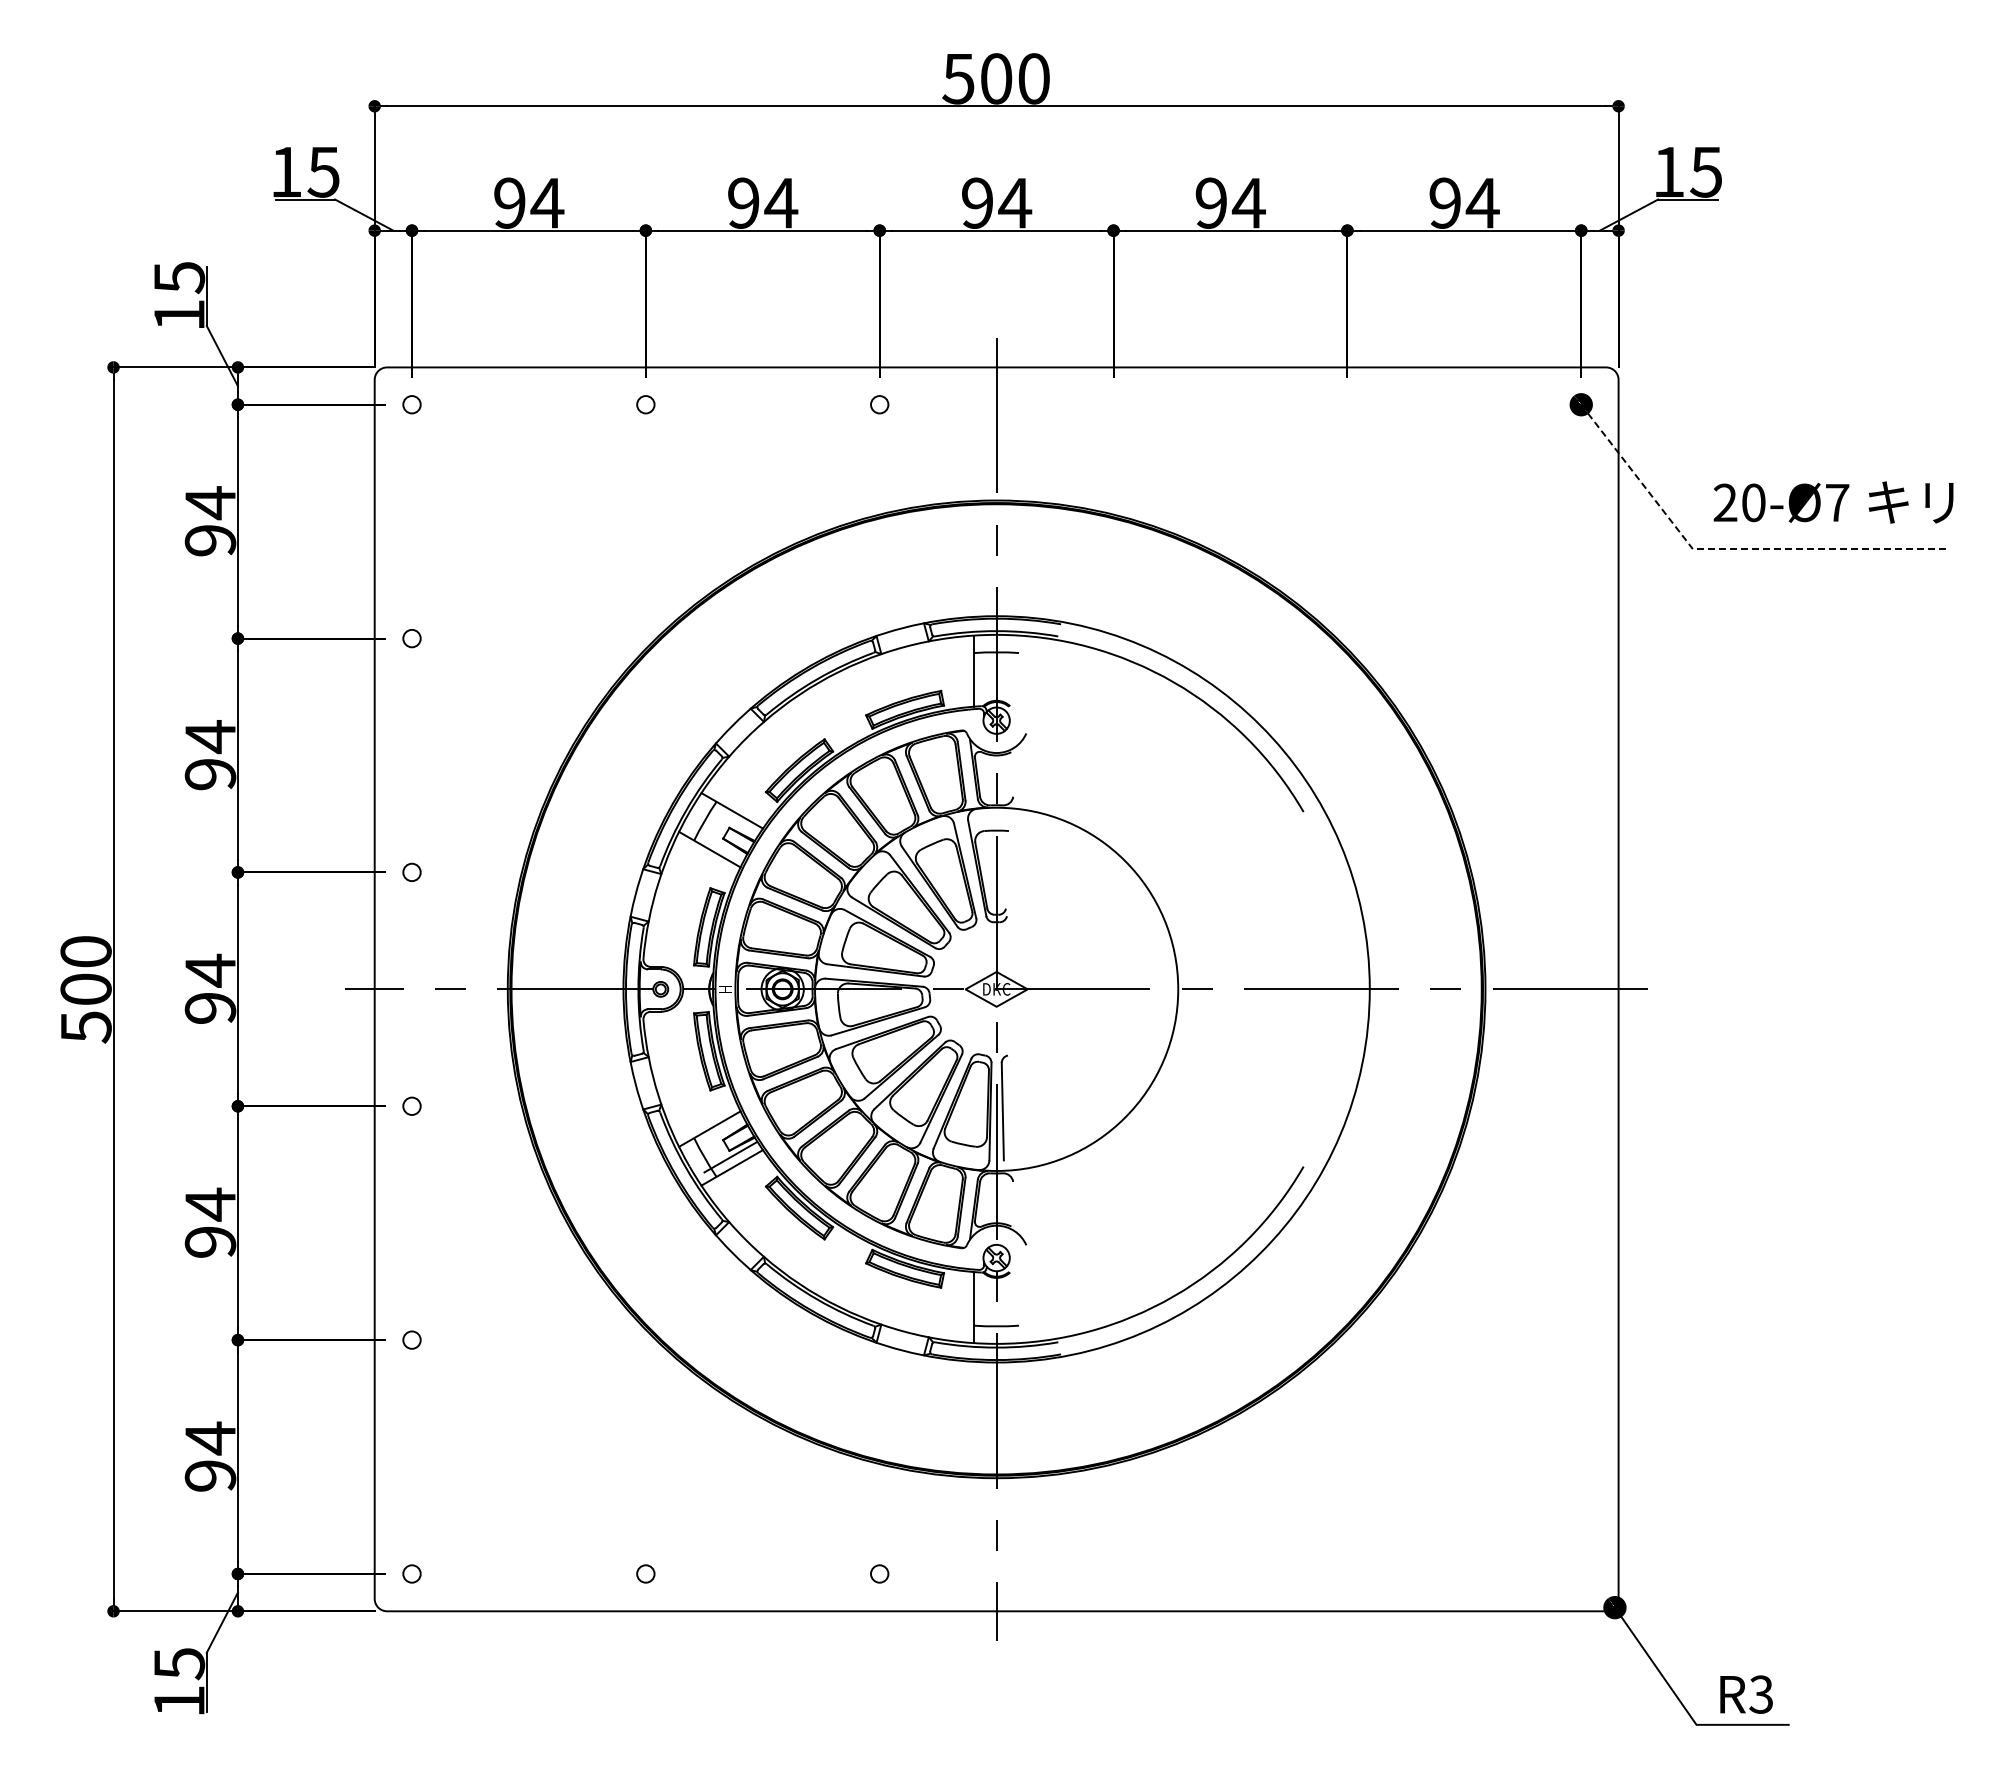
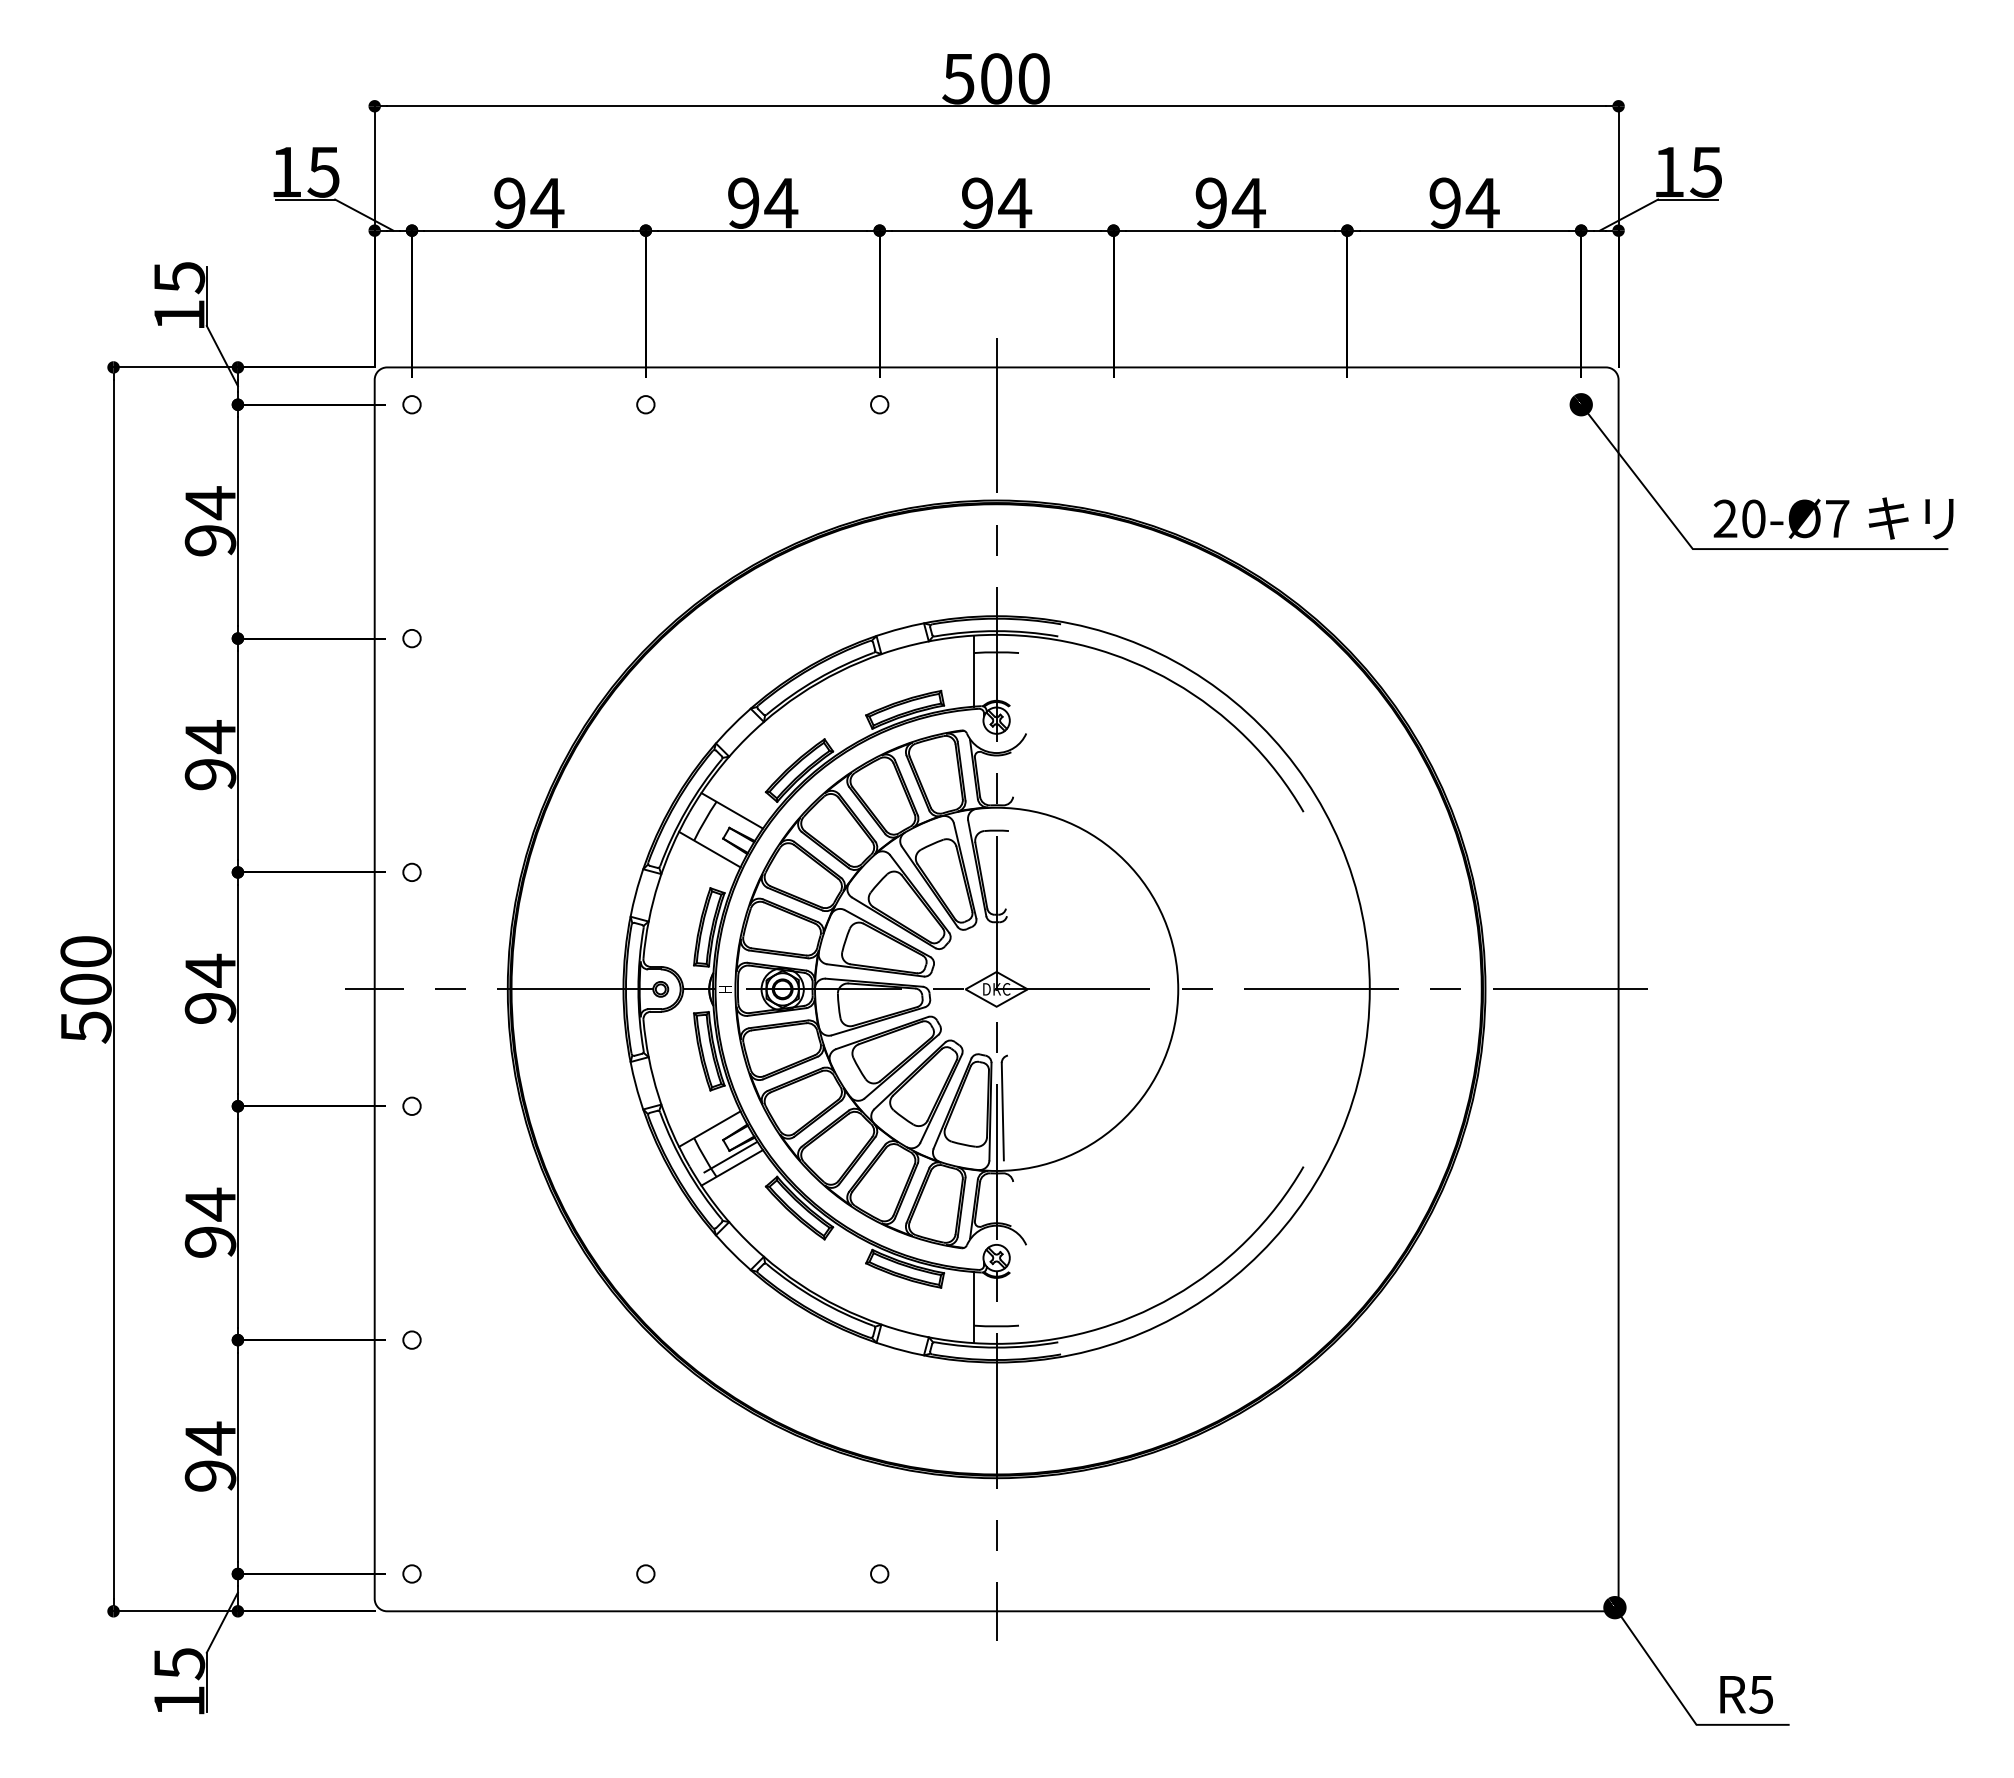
text at (1833, 502) position: (1833, 502) -> (1833, 518)
line at (1728, 549): dashed -> solid
text at (1760, 1694): R3 -> R5
